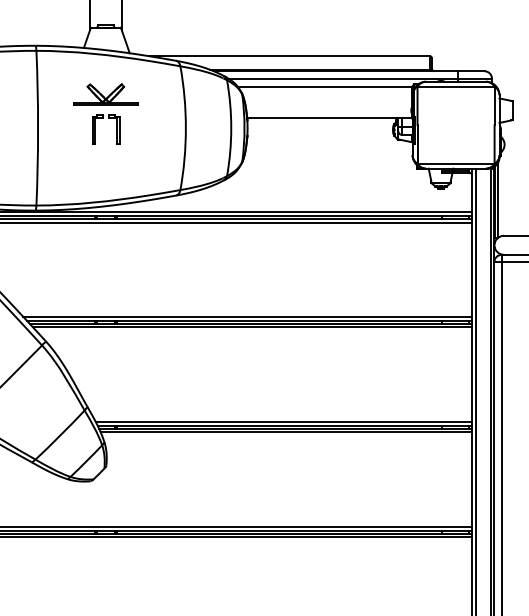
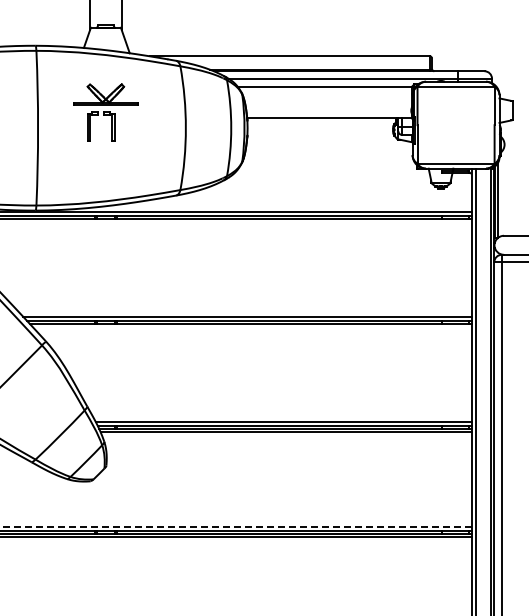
part at (116, 129) position: (116, 129) -> (111, 126)
line at (236, 222): present -> none
line at (252, 327): present -> none
line at (235, 526): solid -> dashed
